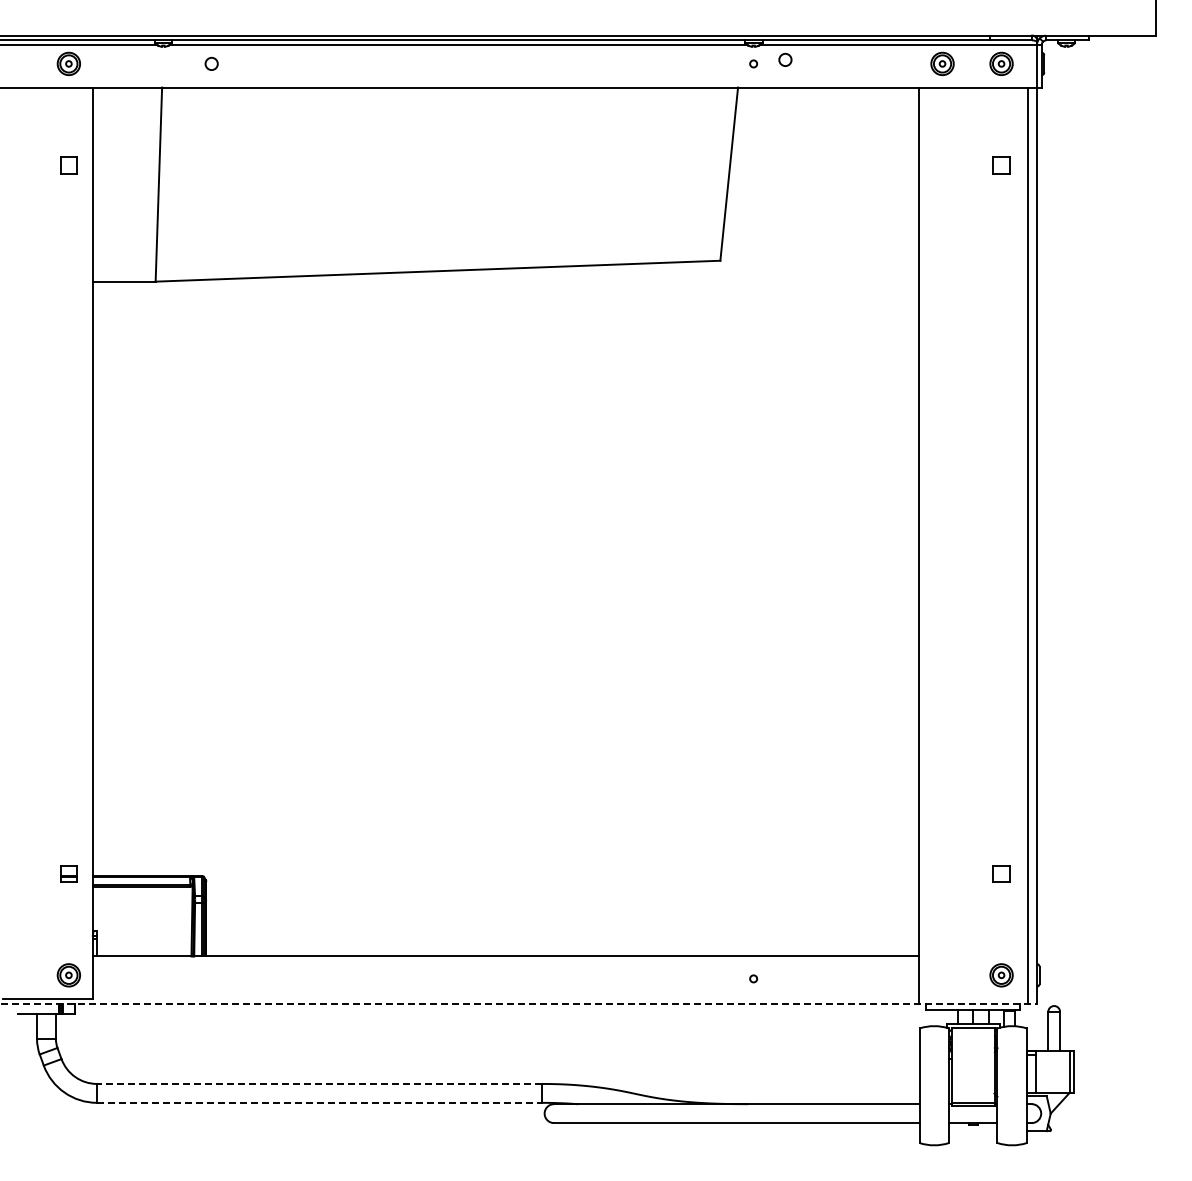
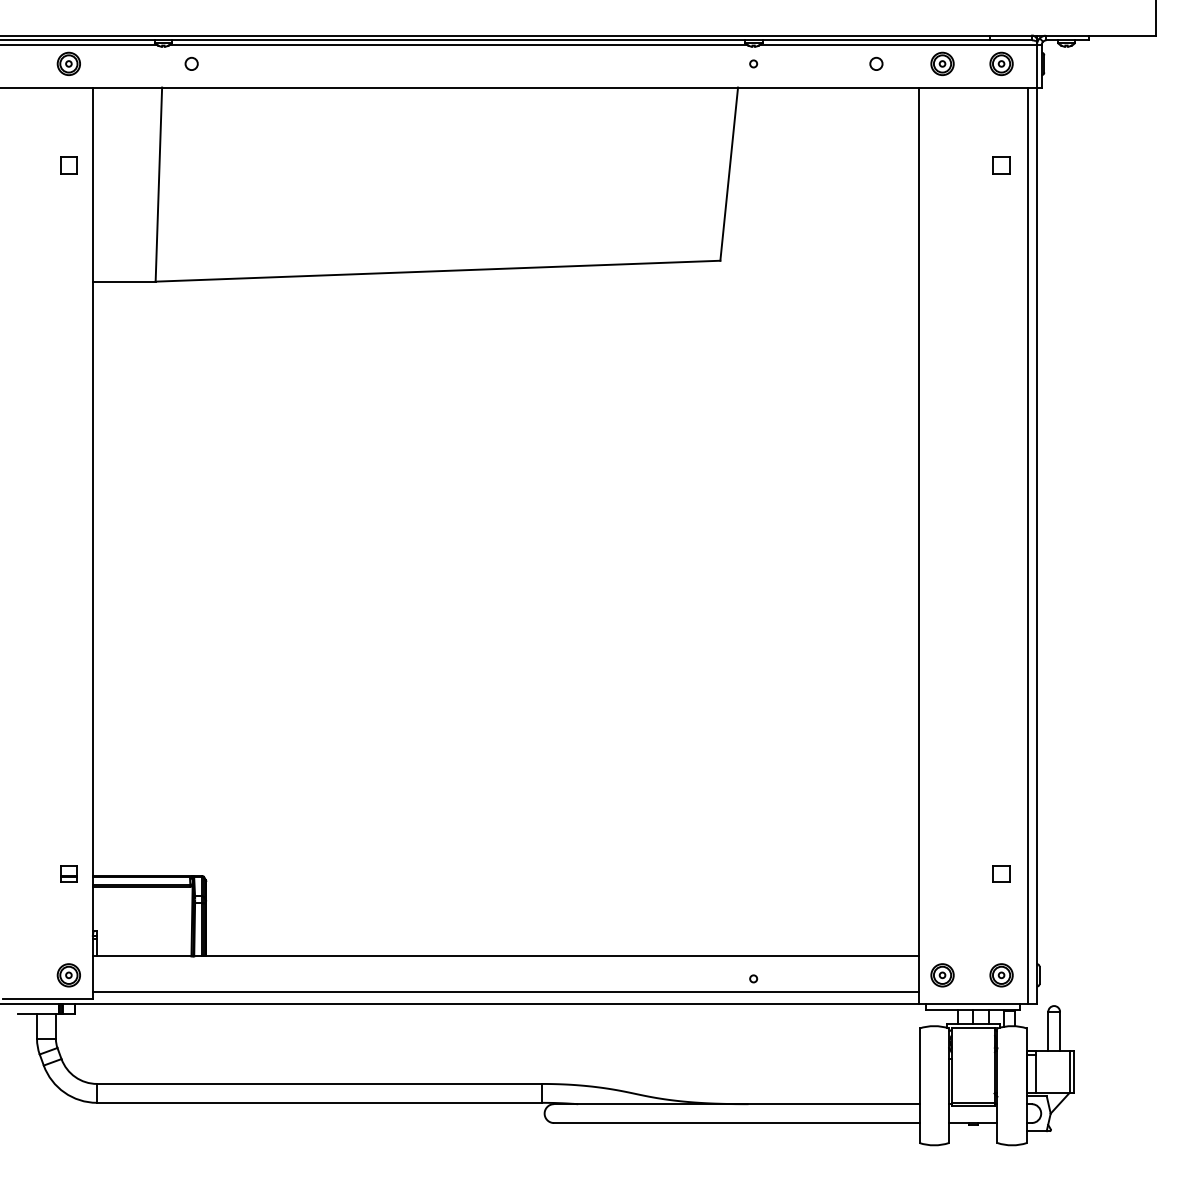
circle at (785, 59) position: (785, 59) -> (876, 63)
circle at (211, 63) position: (211, 63) -> (191, 63)
part at (942, 975): none -> present
line at (505, 991): none -> present
line at (519, 1003): dashed -> solid
line at (319, 1083): dashed -> solid
line at (319, 1102): dashed -> solid
